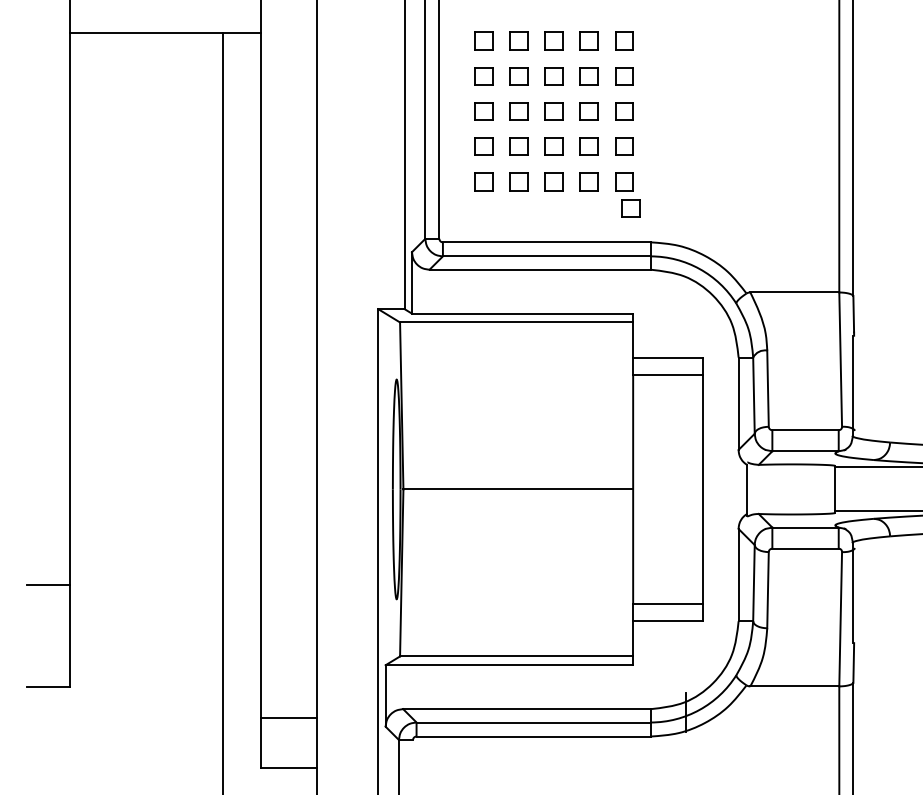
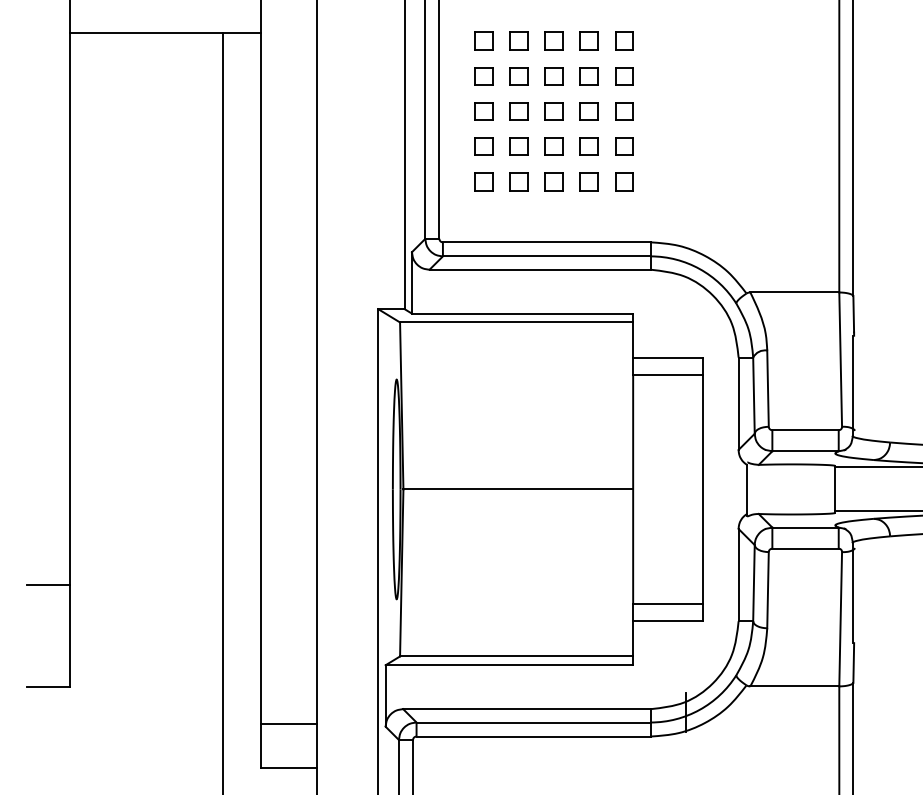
part at (630, 208): present -> none
line at (288, 717) position: (288, 717) -> (288, 723)
line at (413, 765): none -> present
